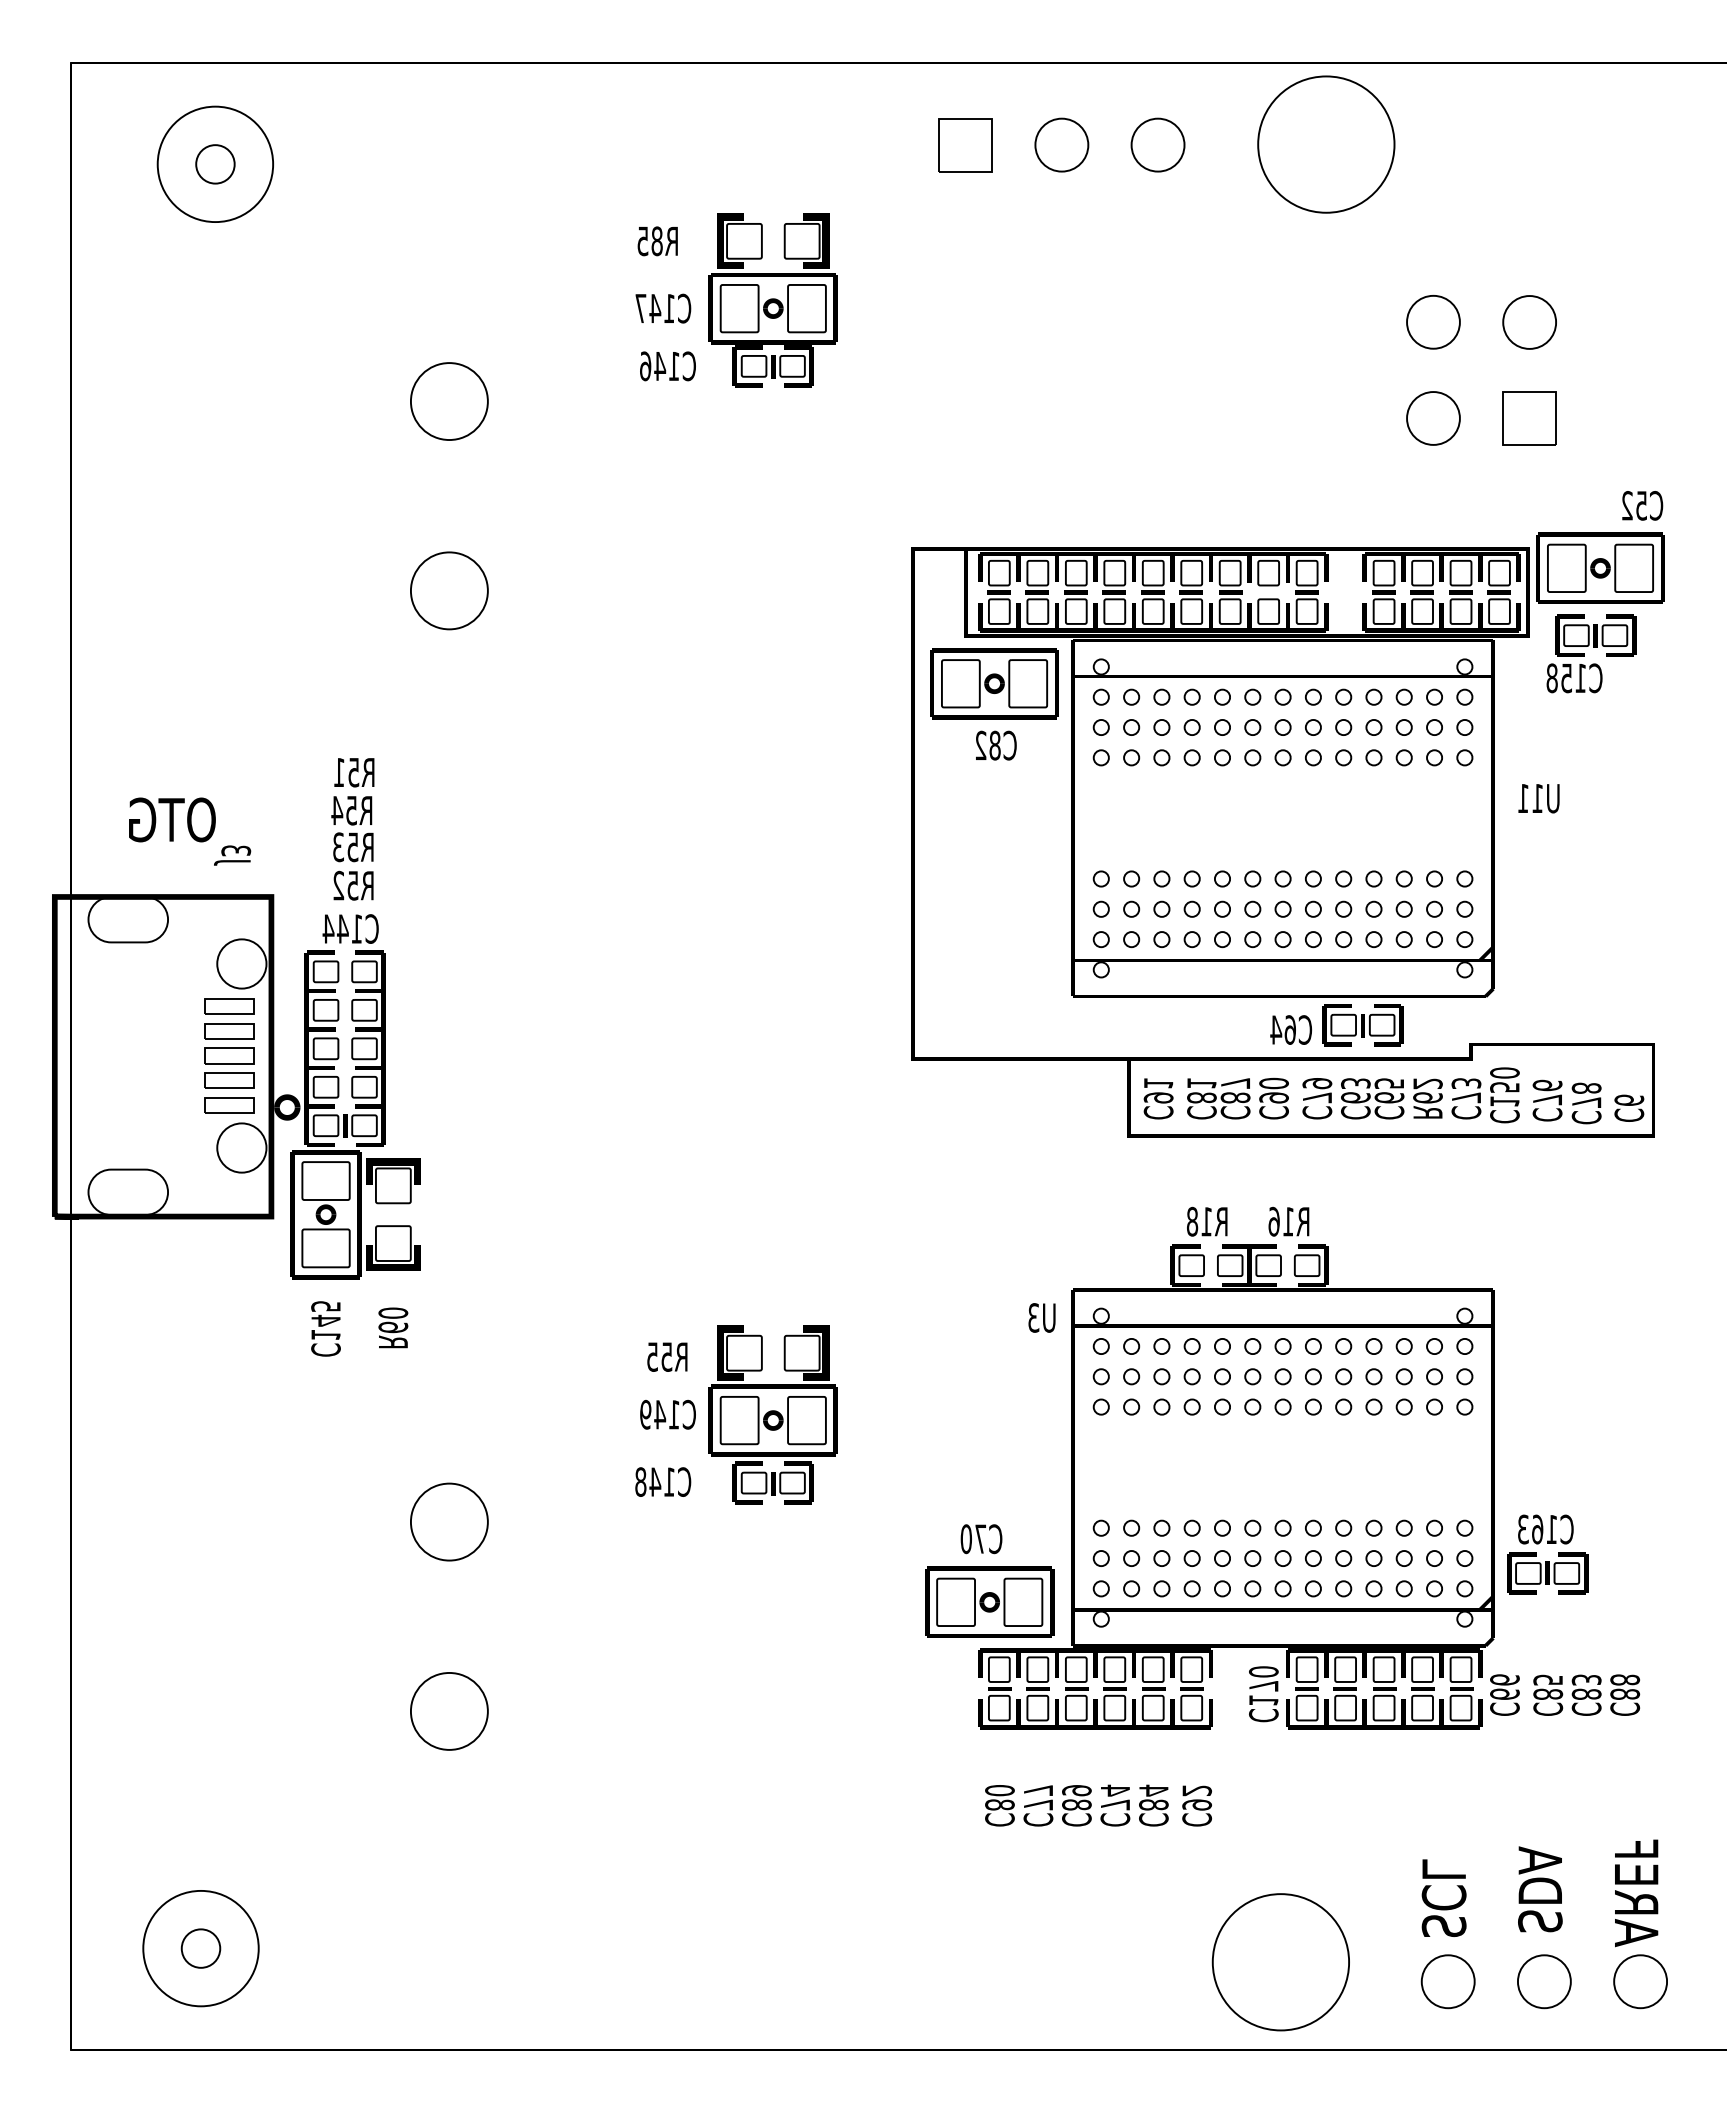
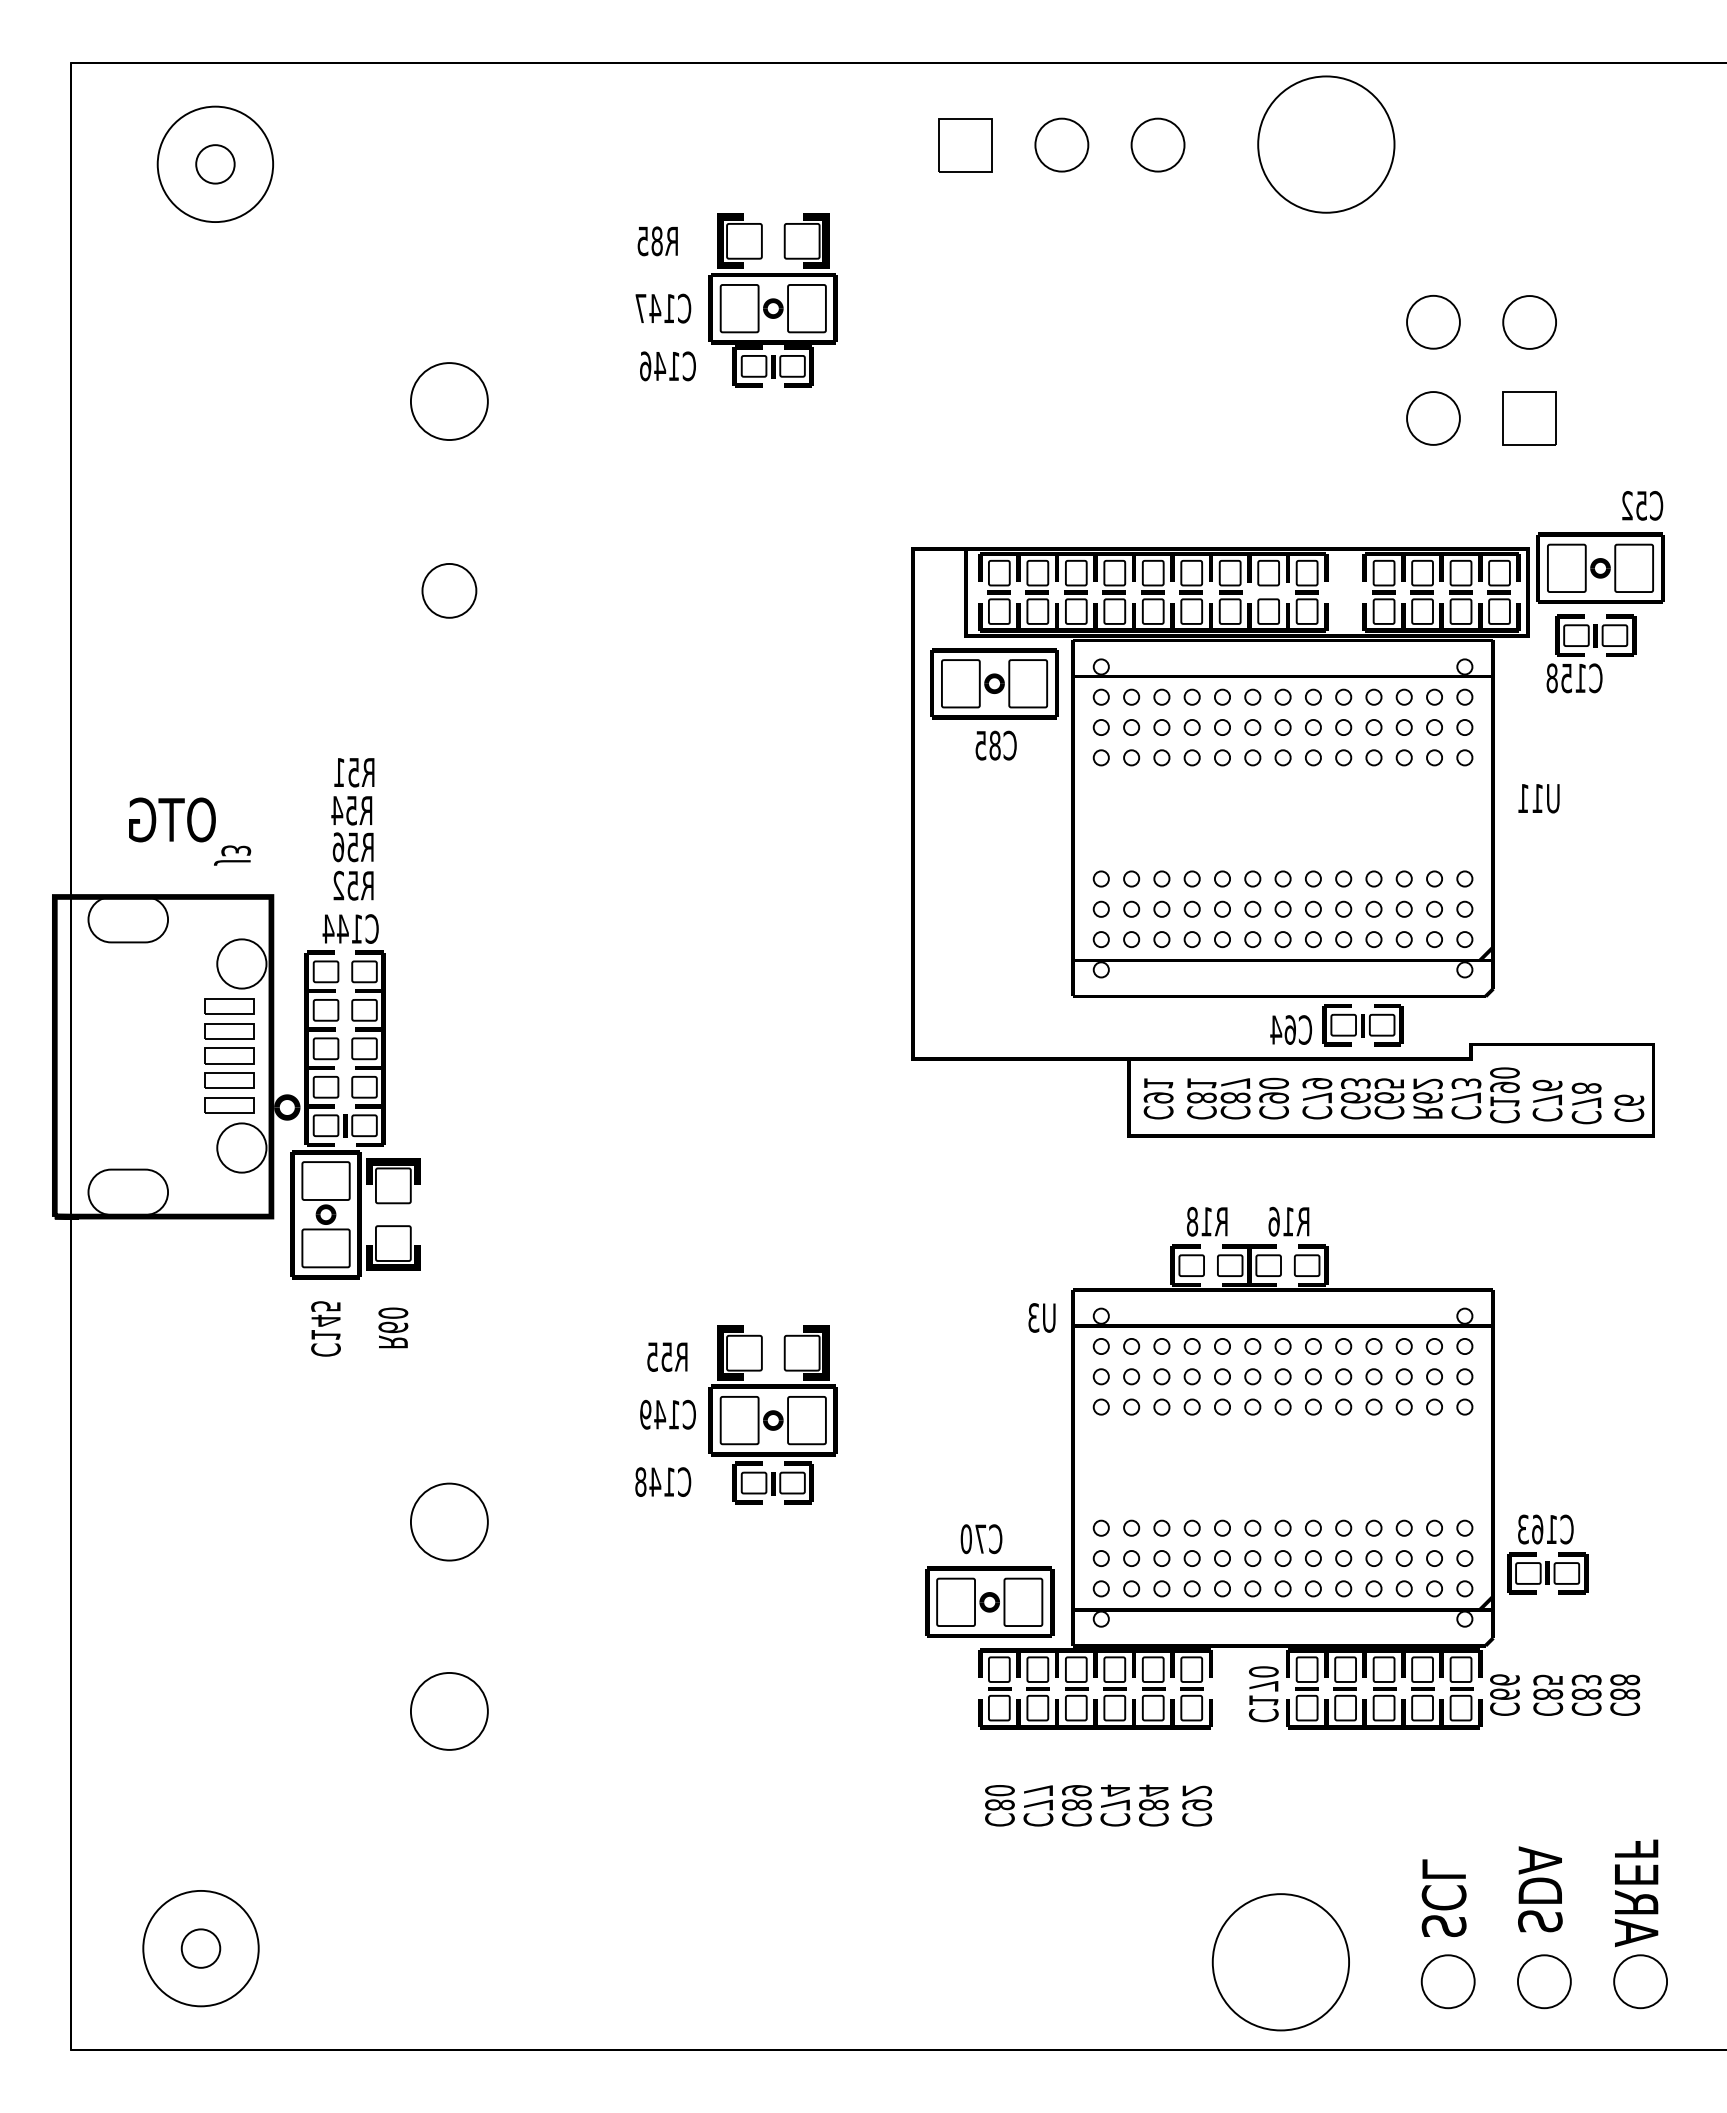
circle at (448, 590) diameter: 77 px -> 54 px
text at (980, 745): C82 -> C85
text at (338, 847): R53 -> R56
text at (1504, 1087): C150 -> C190
